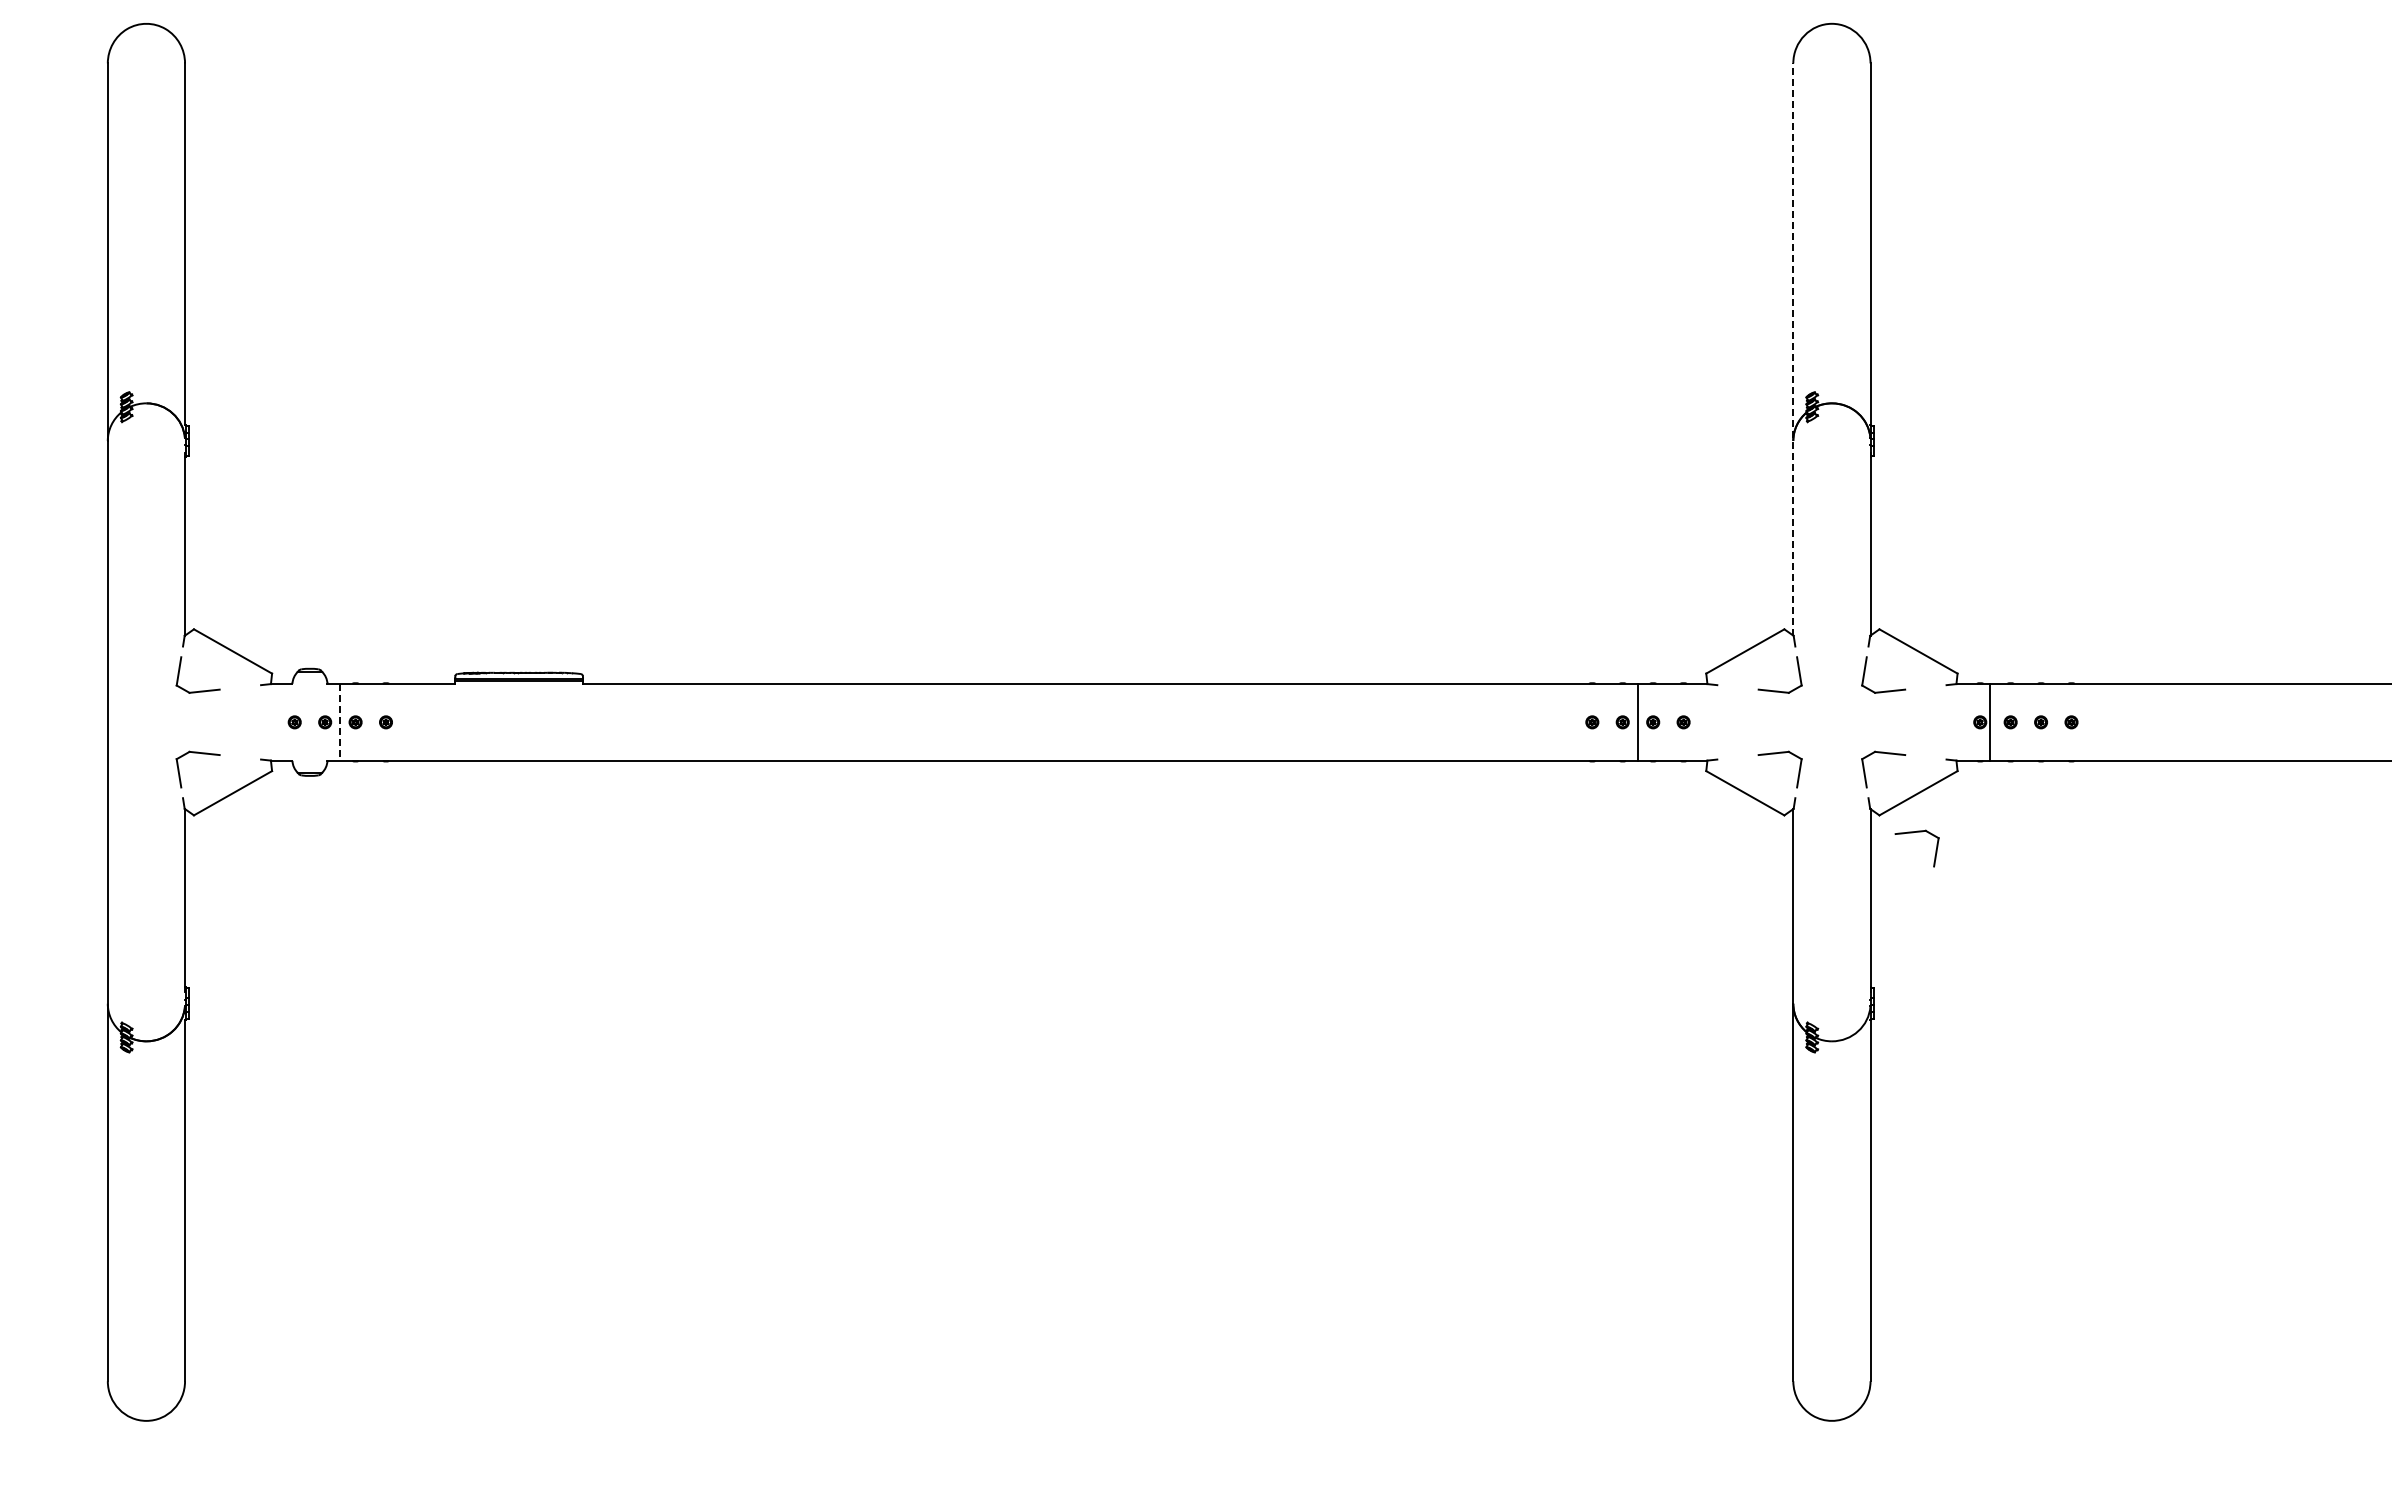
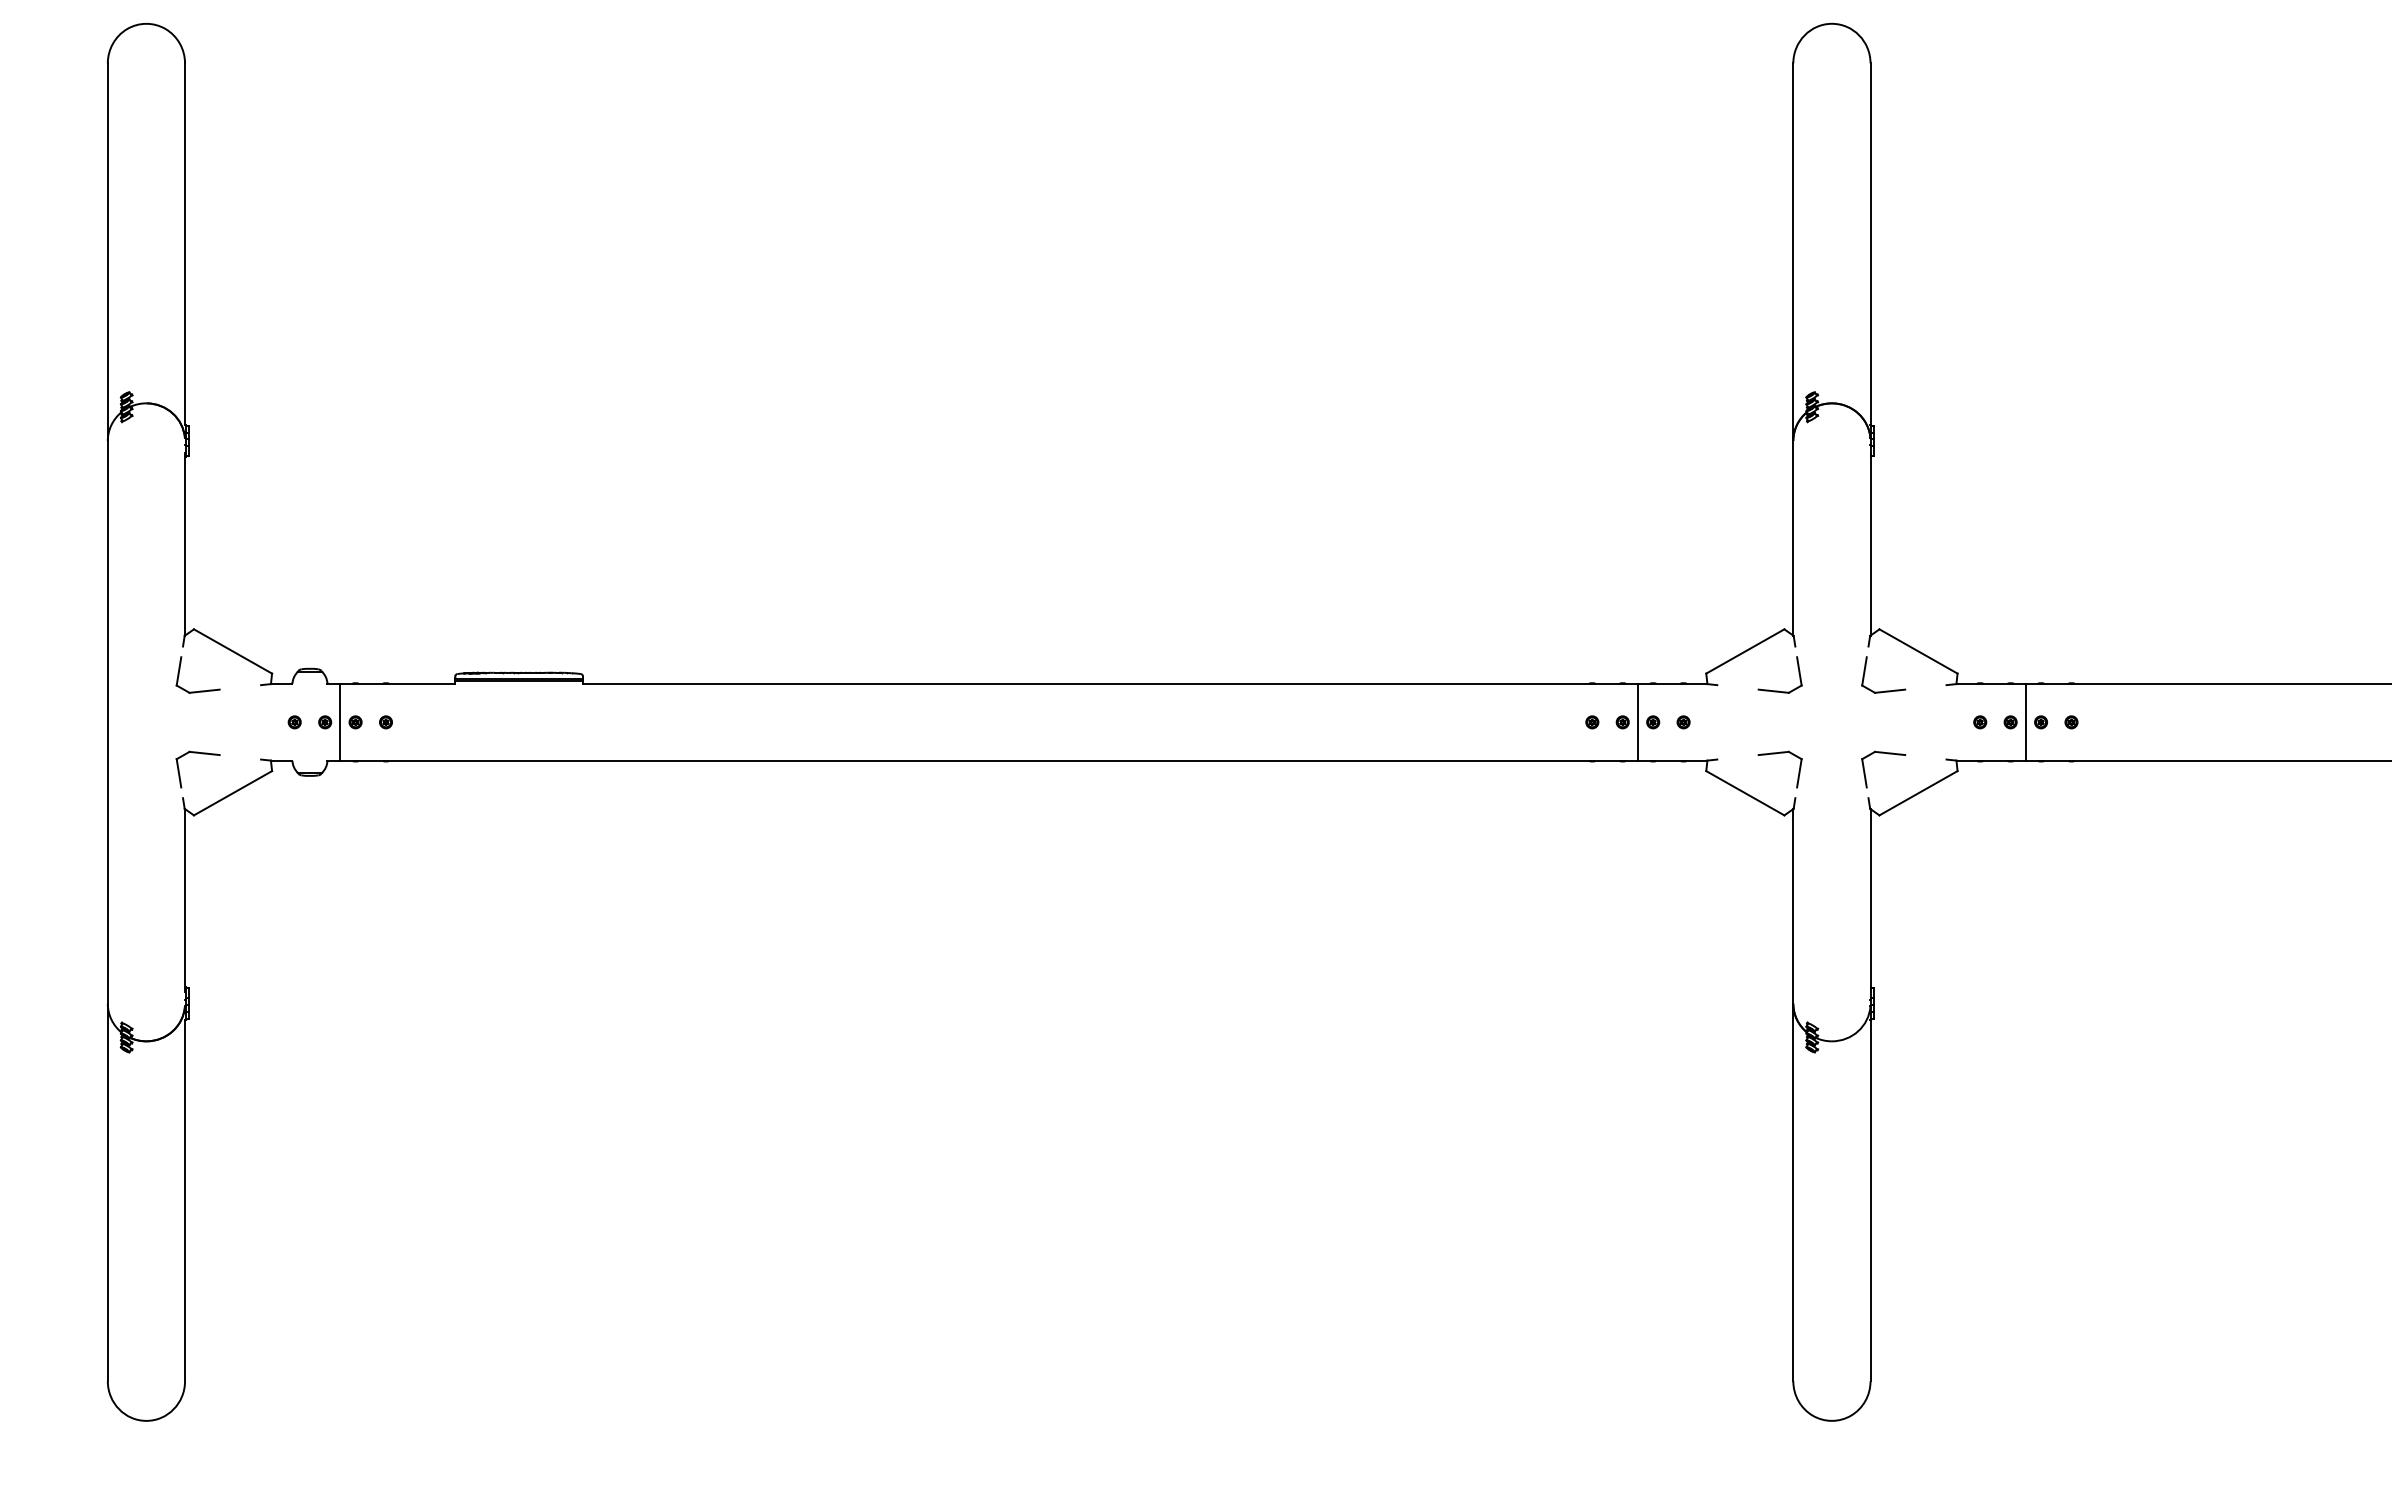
line at (1793, 349): dashed -> solid
line at (340, 722): dashed -> solid
line at (1989, 722) position: (1989, 722) -> (2025, 722)
part at (1913, 833): present -> none
